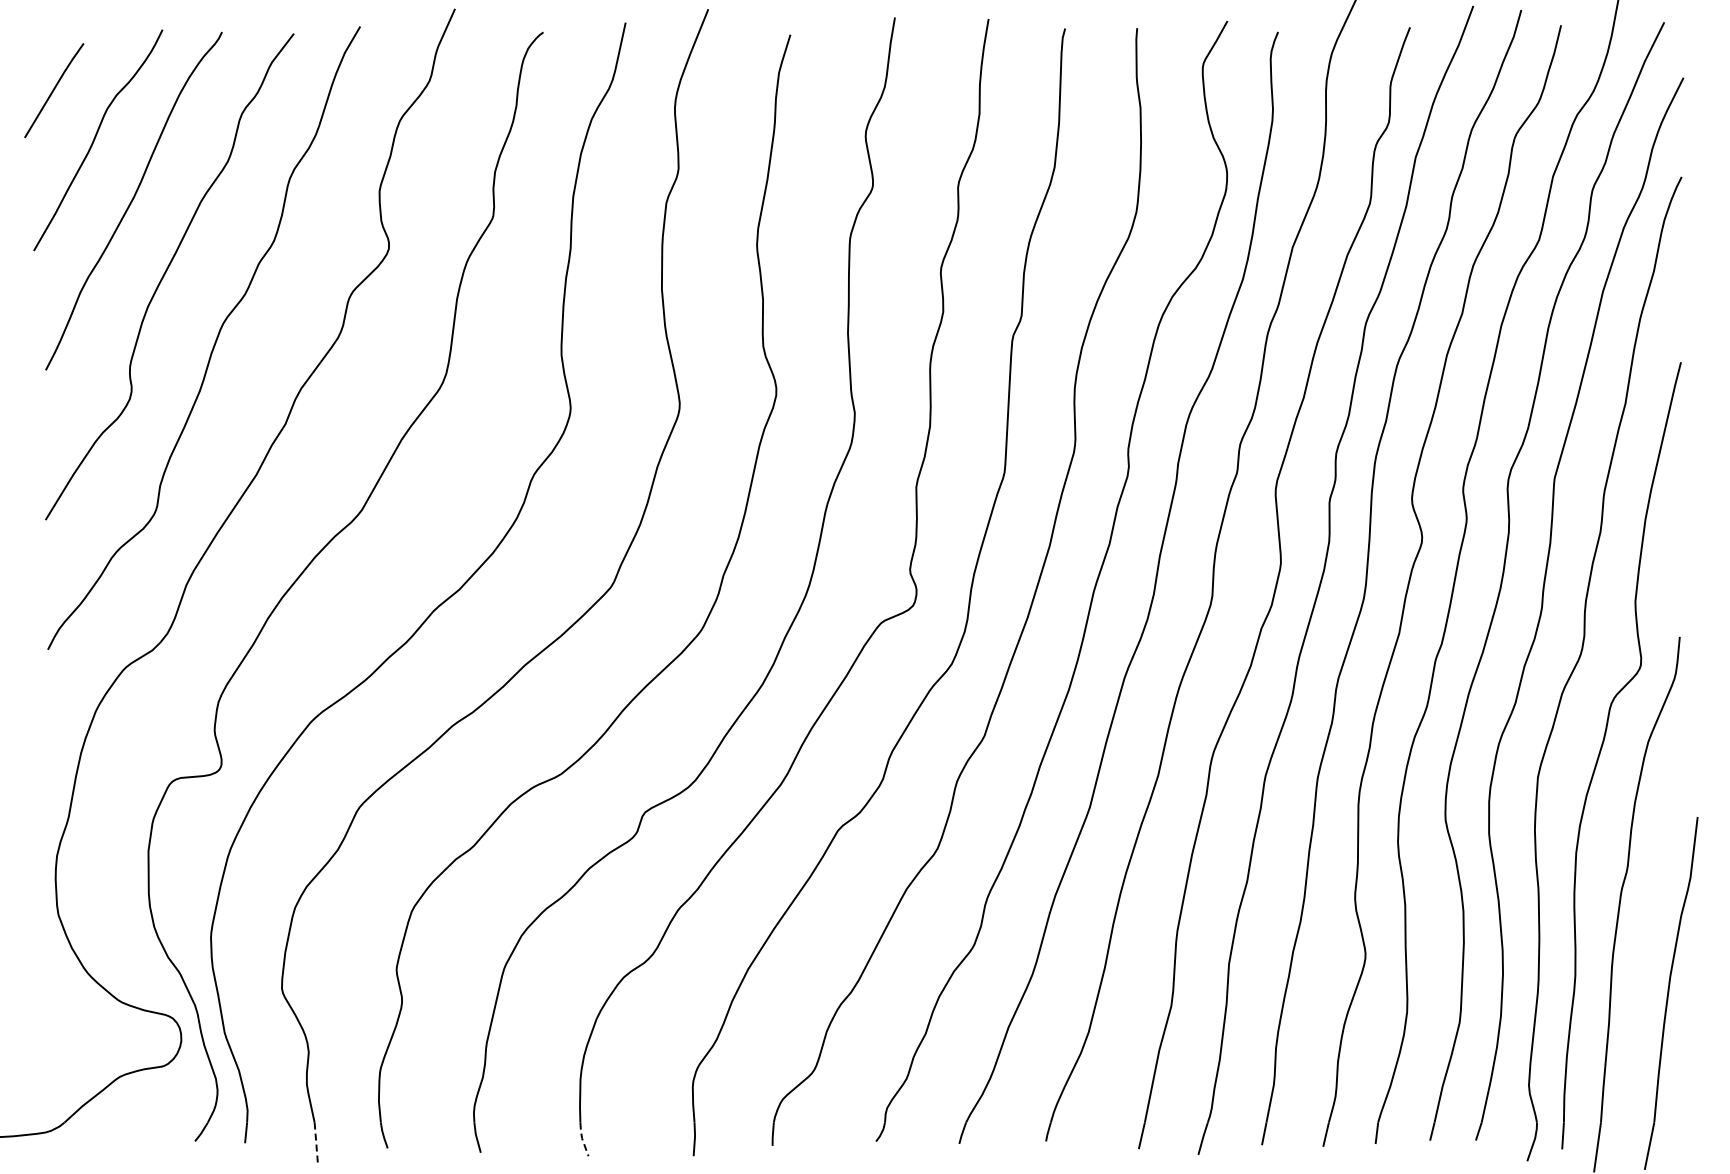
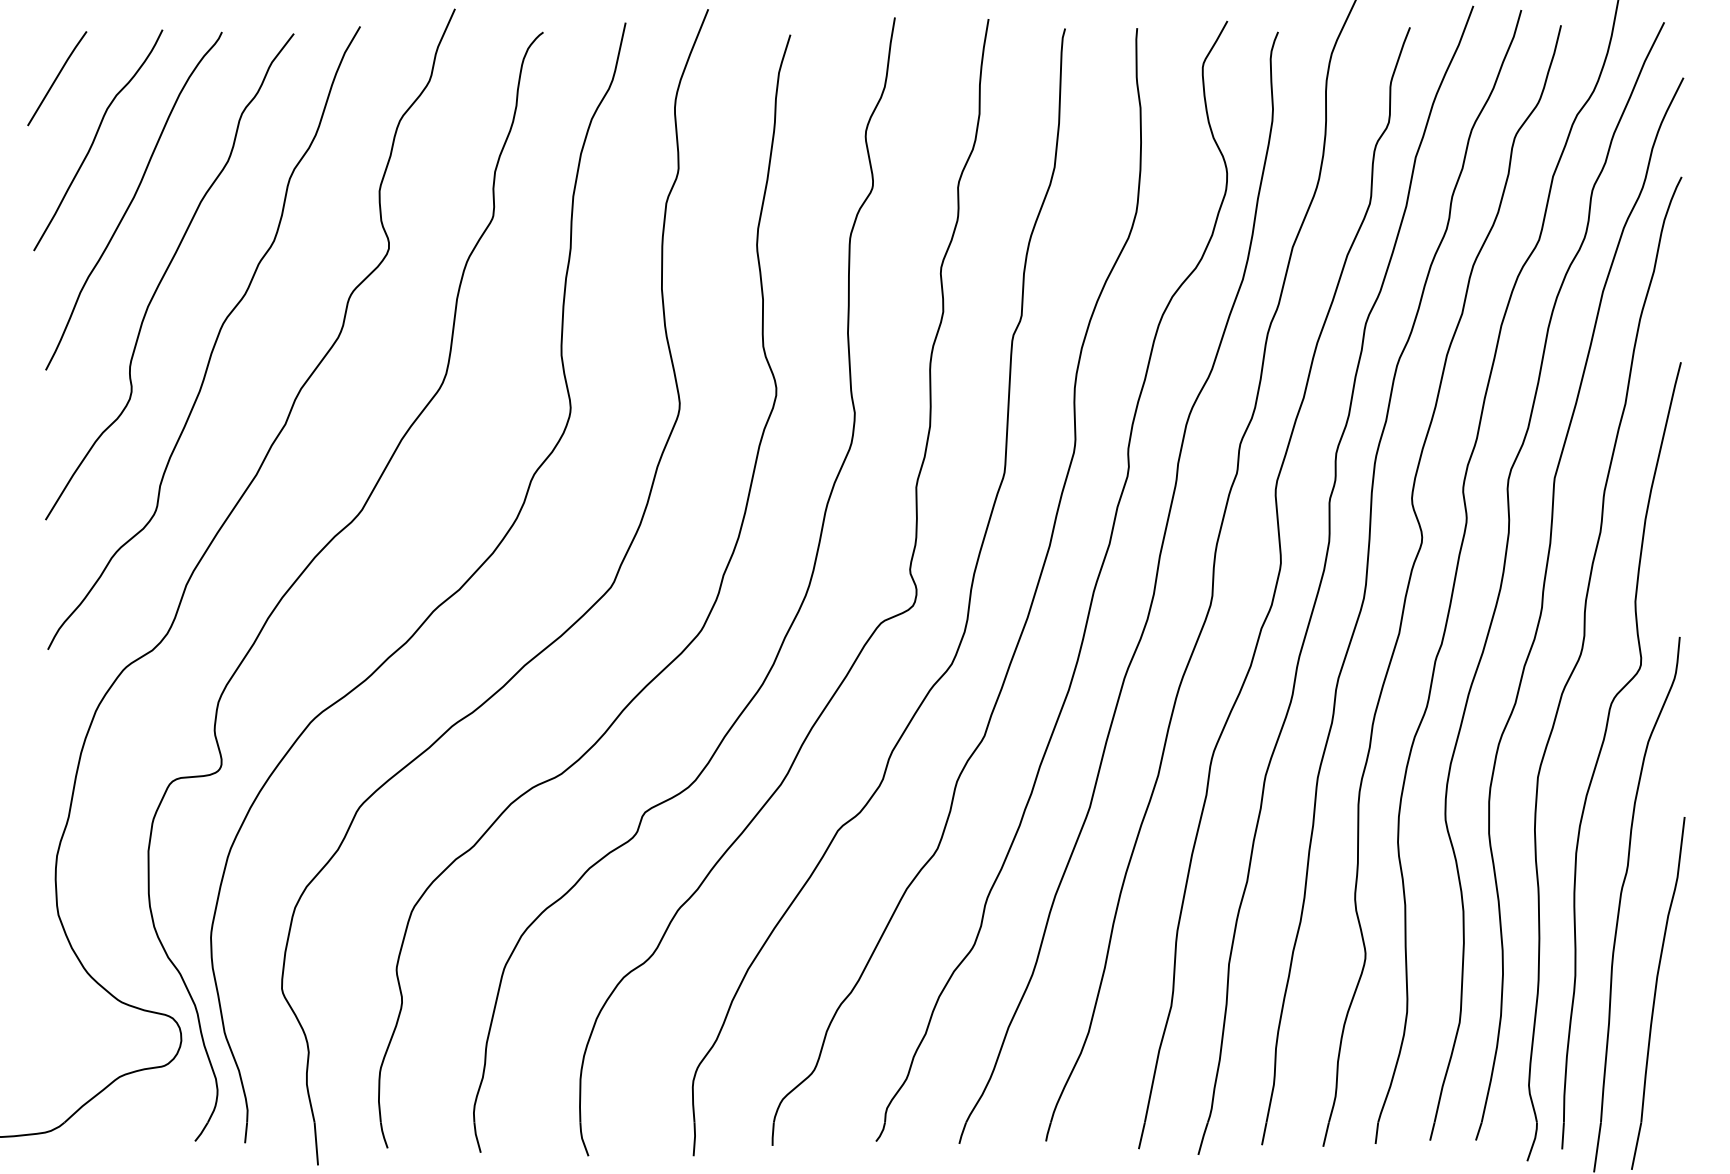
line at (54, 90) position: (54, 90) -> (57, 78)
part at (1671, 993) position: (1671, 993) -> (1658, 993)
line at (582, 1138): dashed -> solid
line at (316, 1144): dashed -> solid
